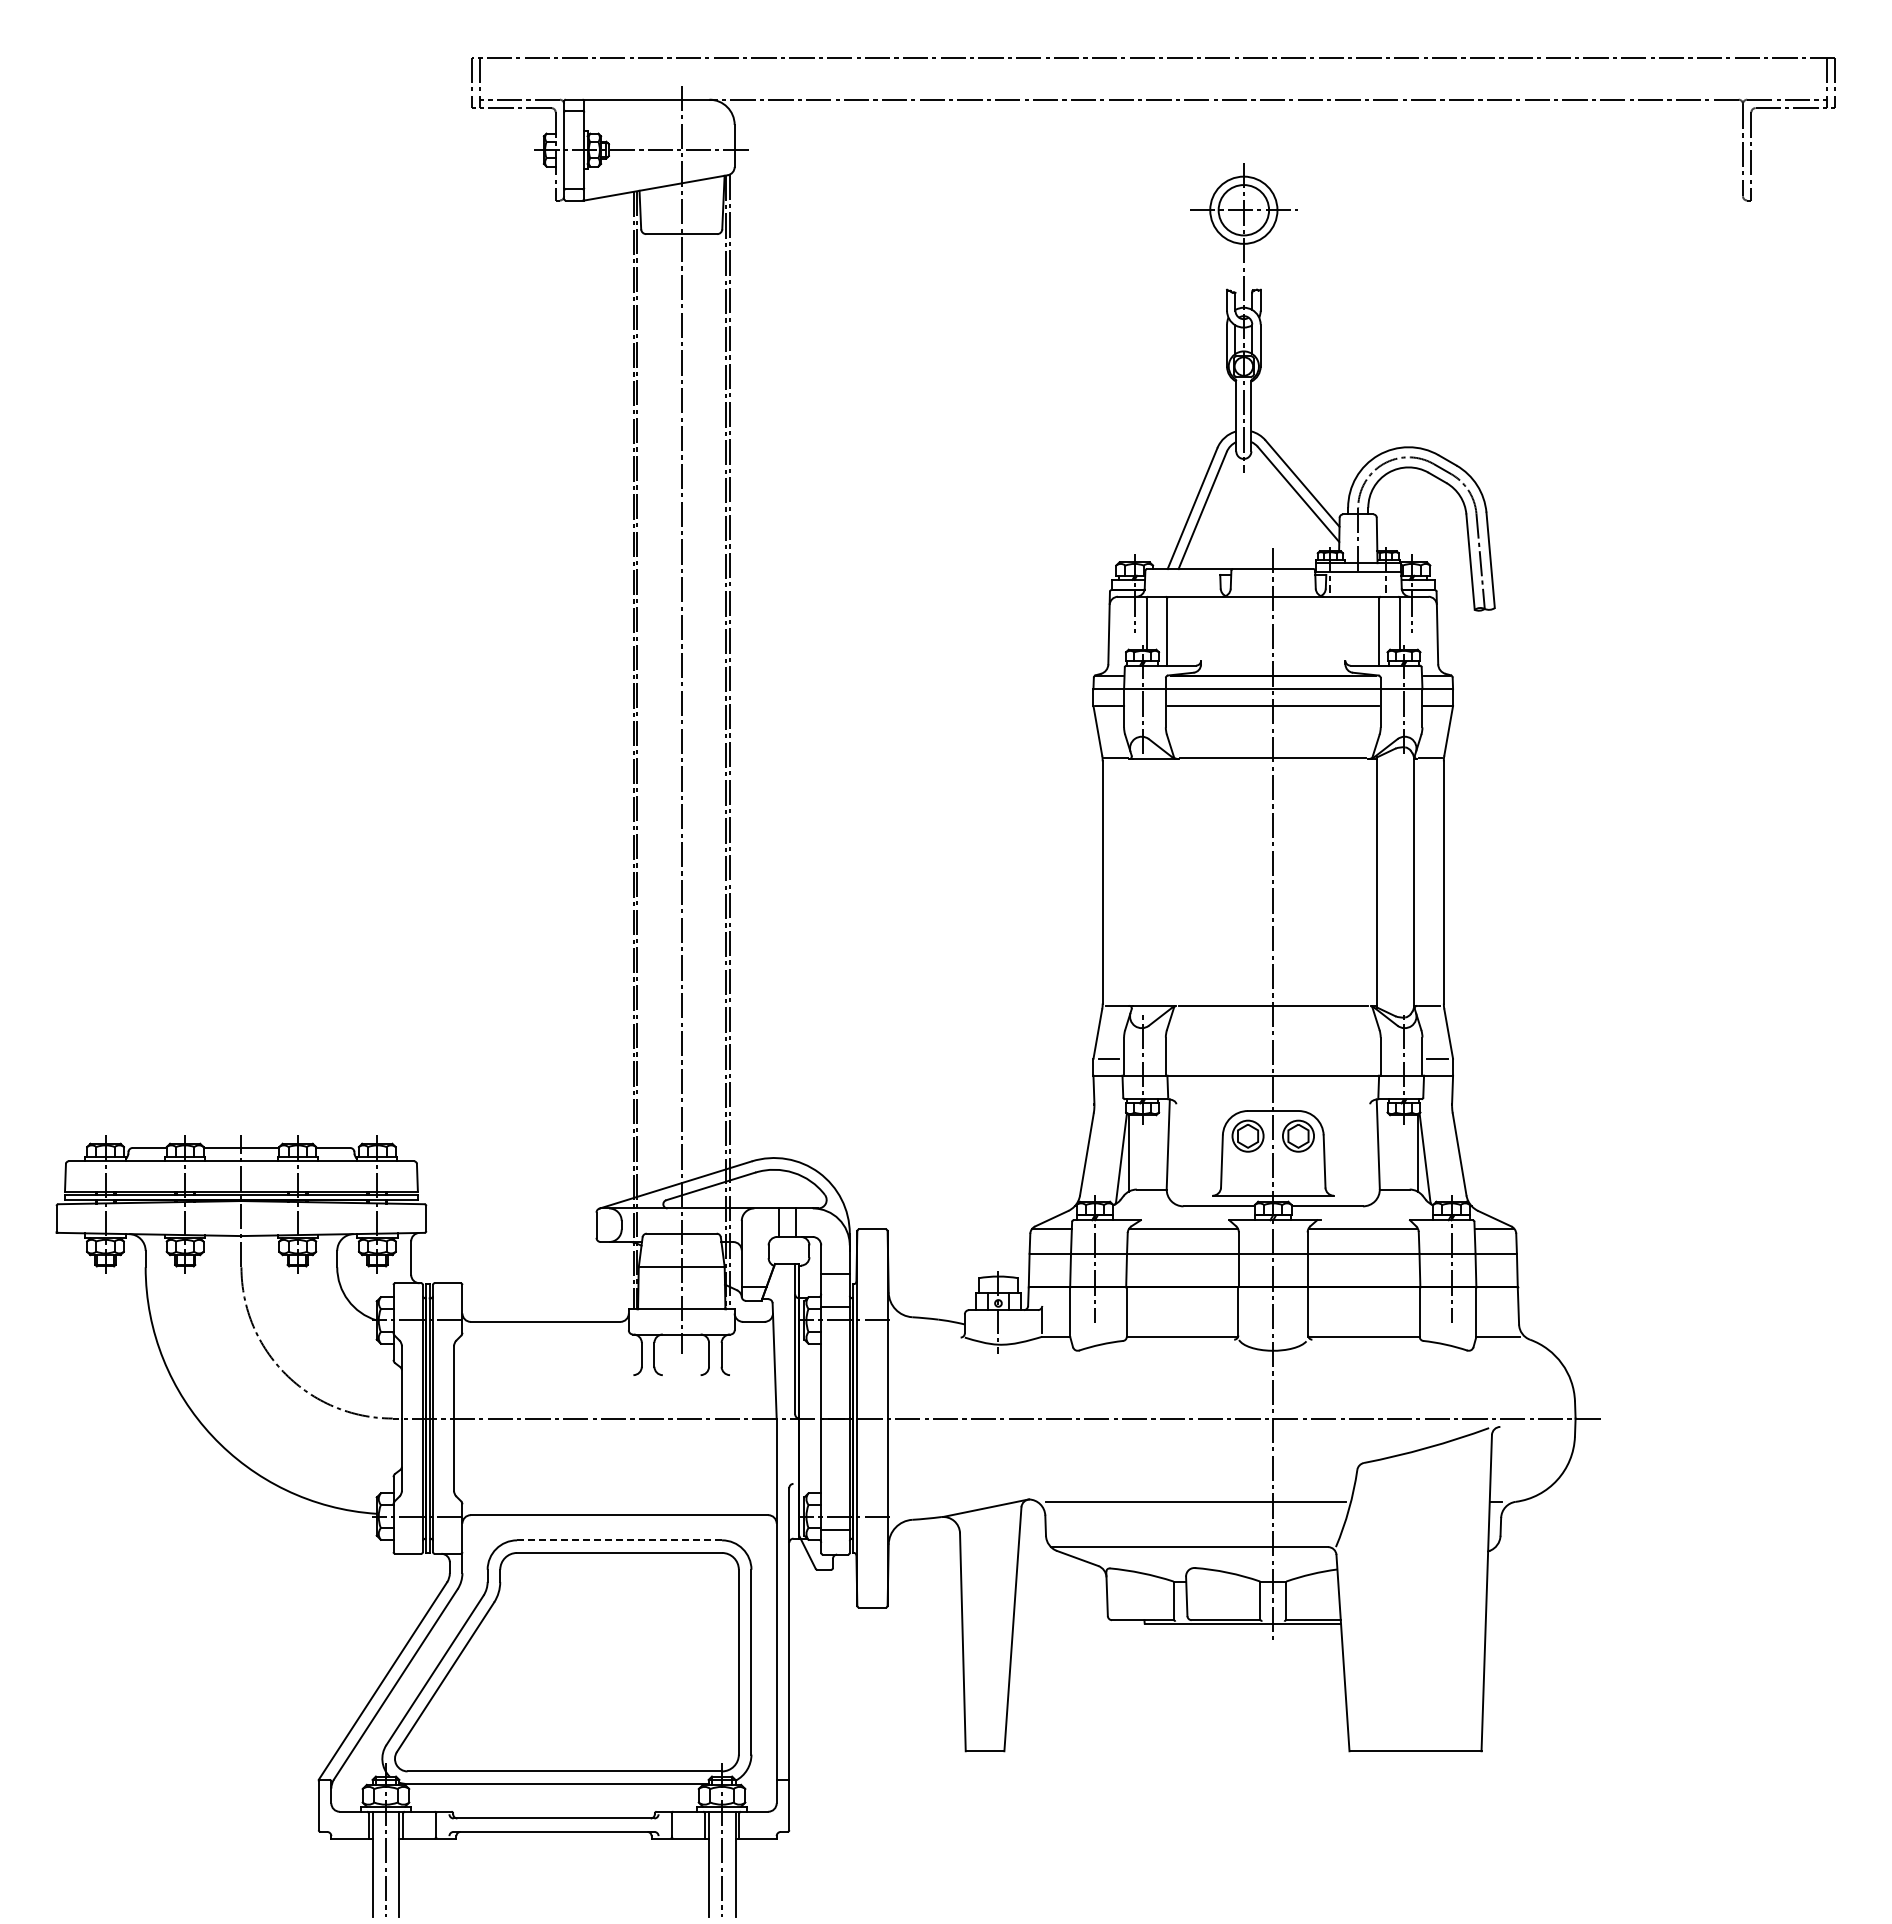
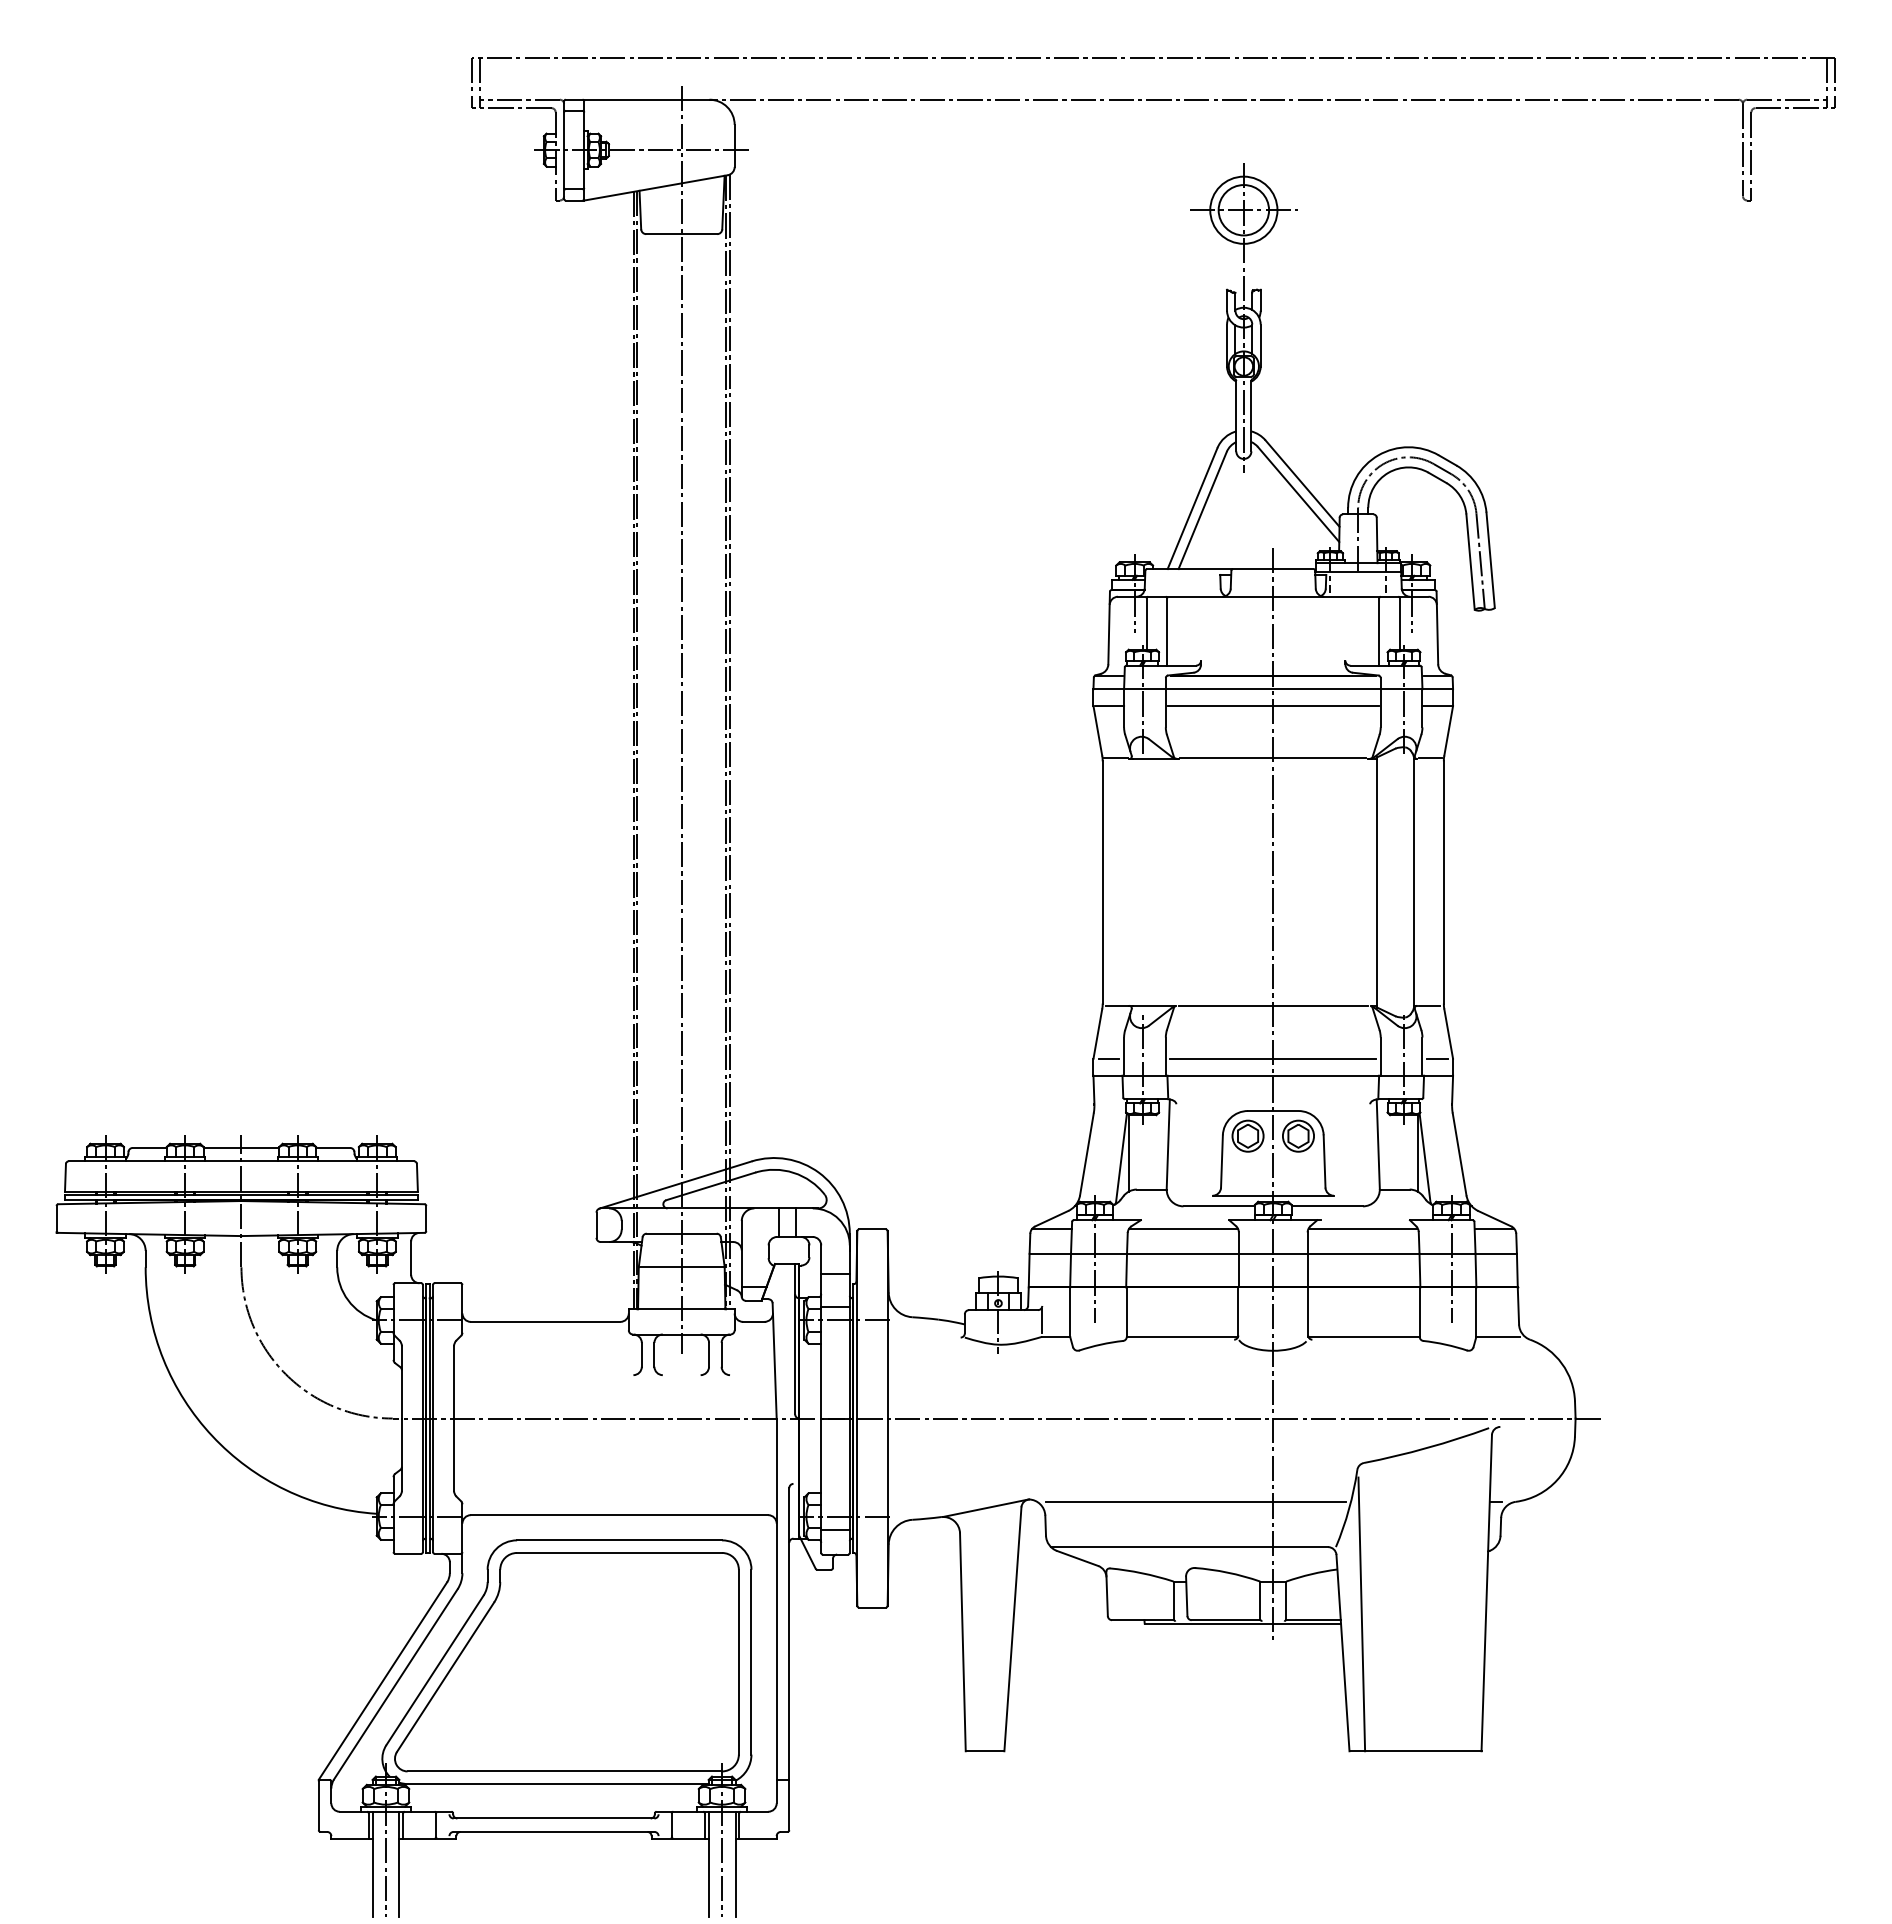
line at (1273, 1058): none -> present
line at (619, 1540): dashed -> solid
line at (1361, 1614): none -> present
